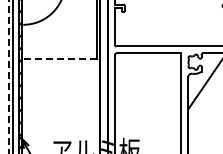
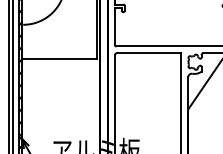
line at (58, 59): dashed -> solid
line at (8, 76): dashed -> solid
